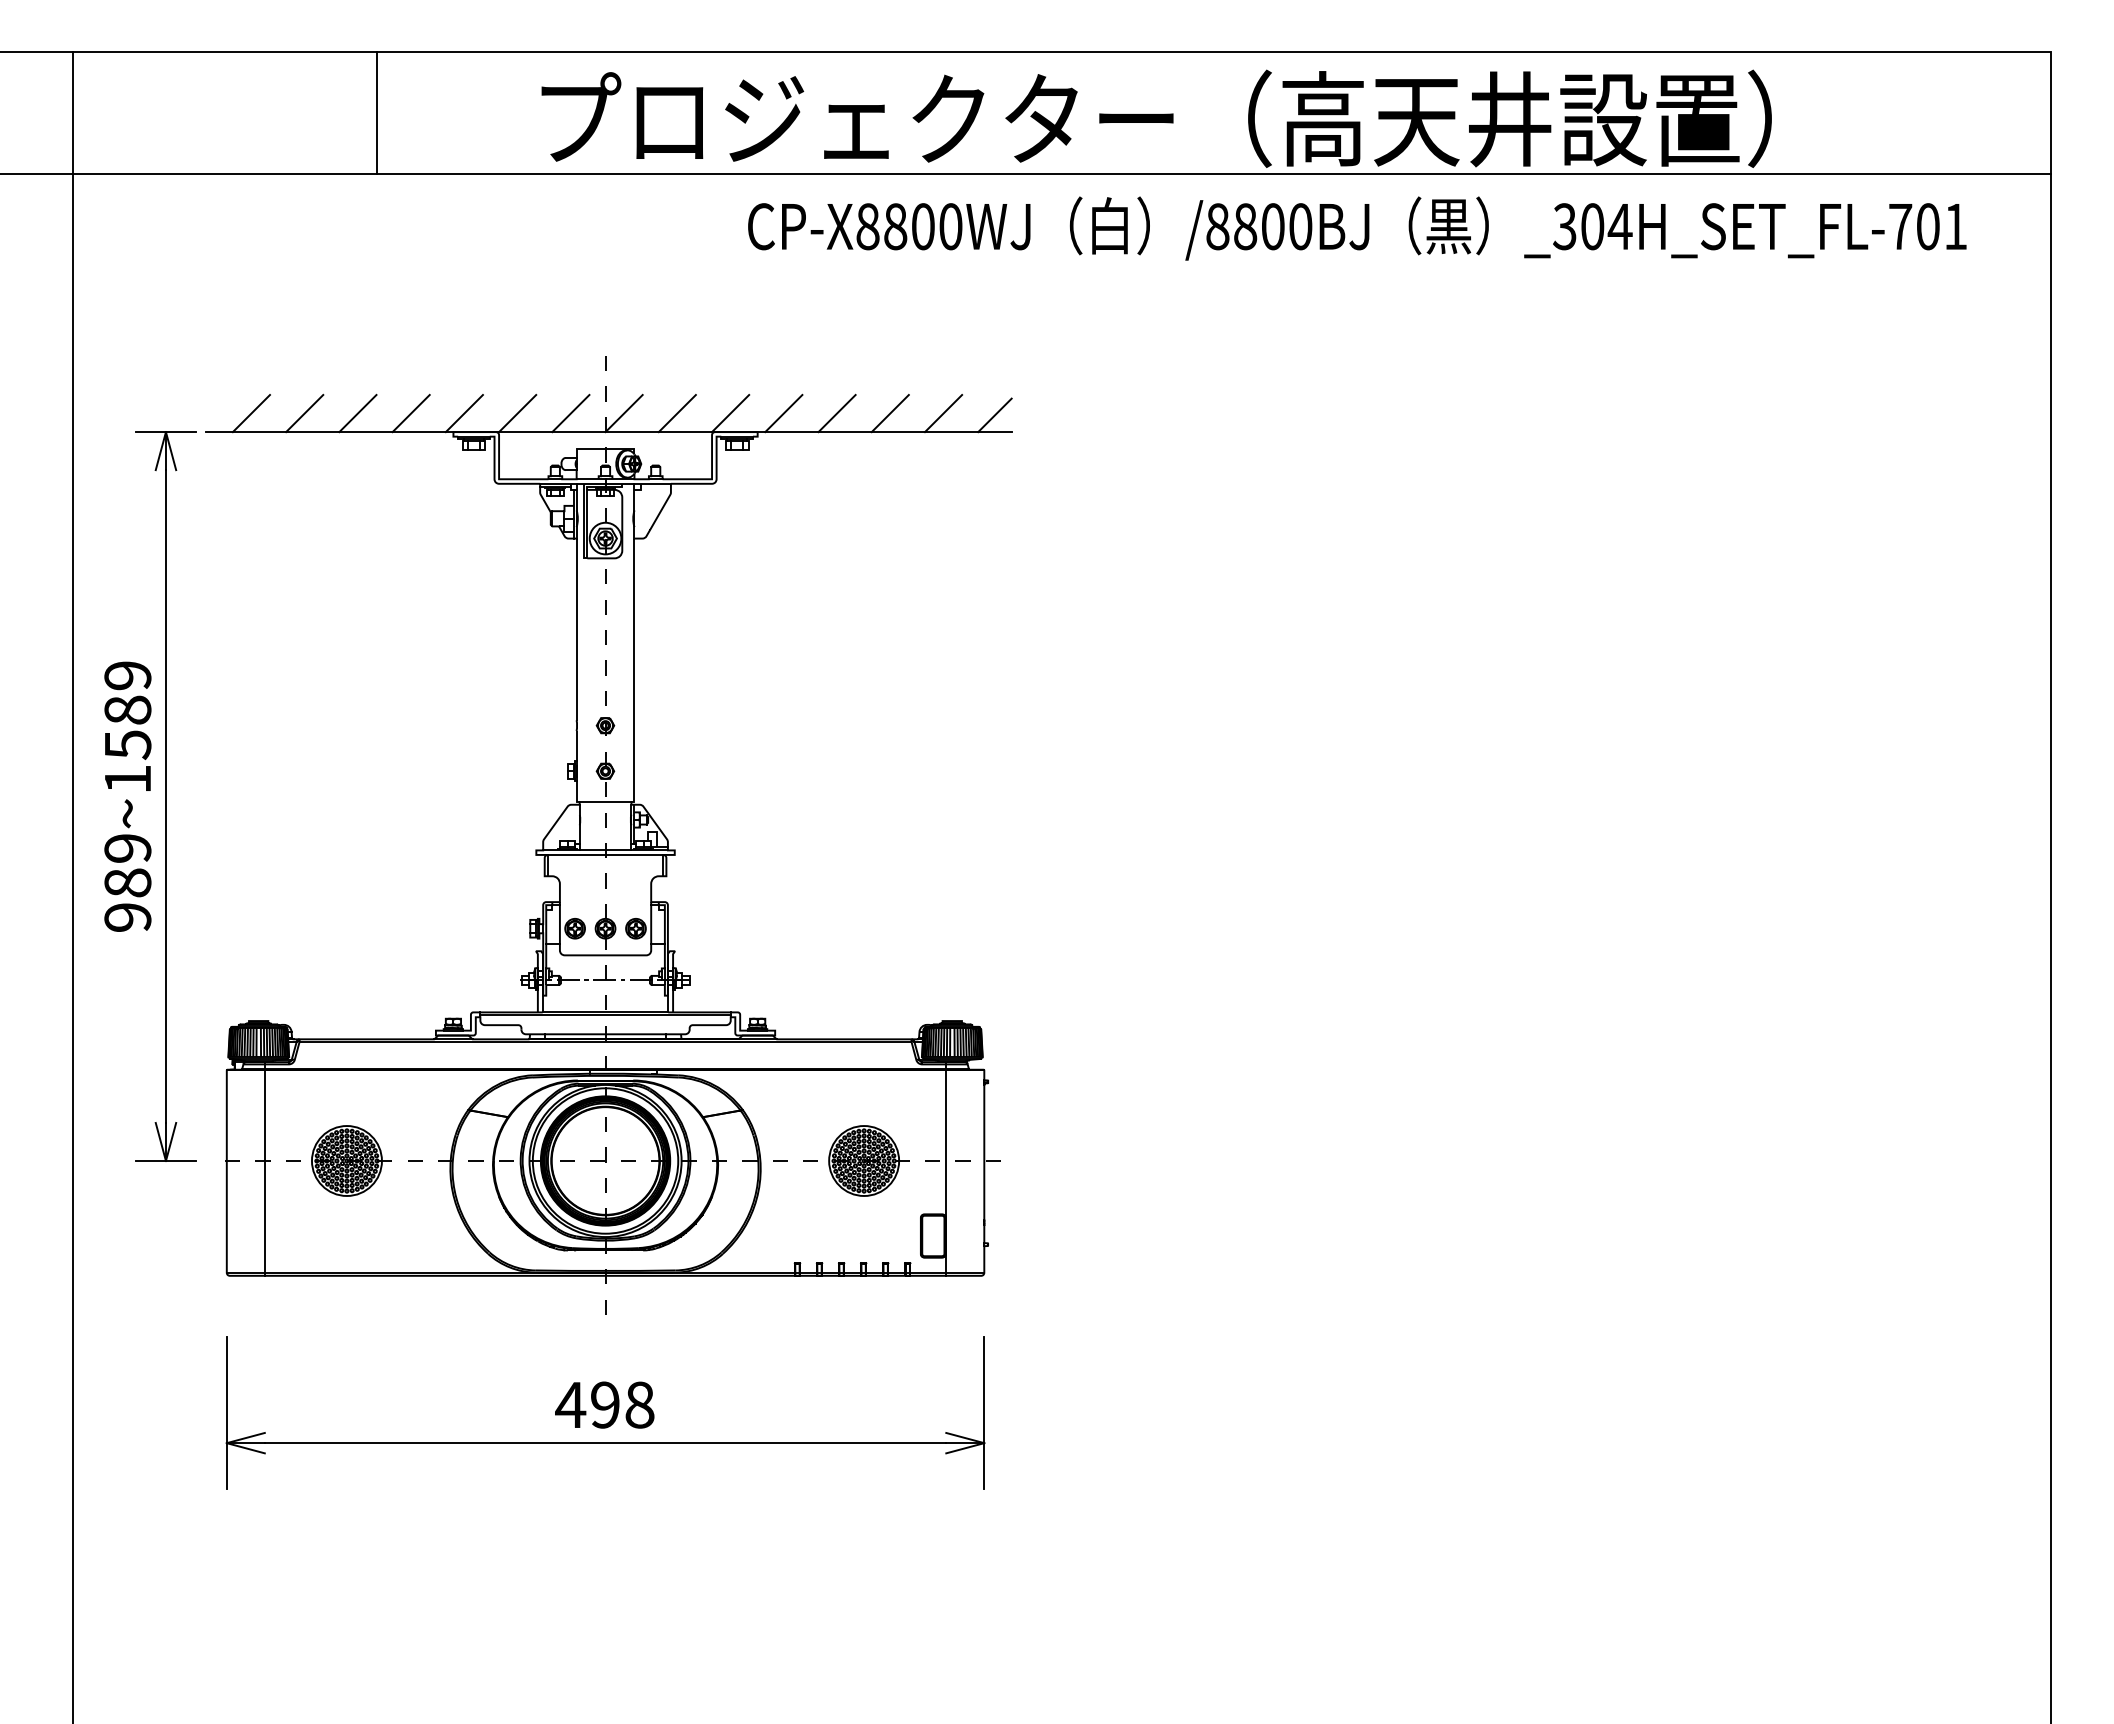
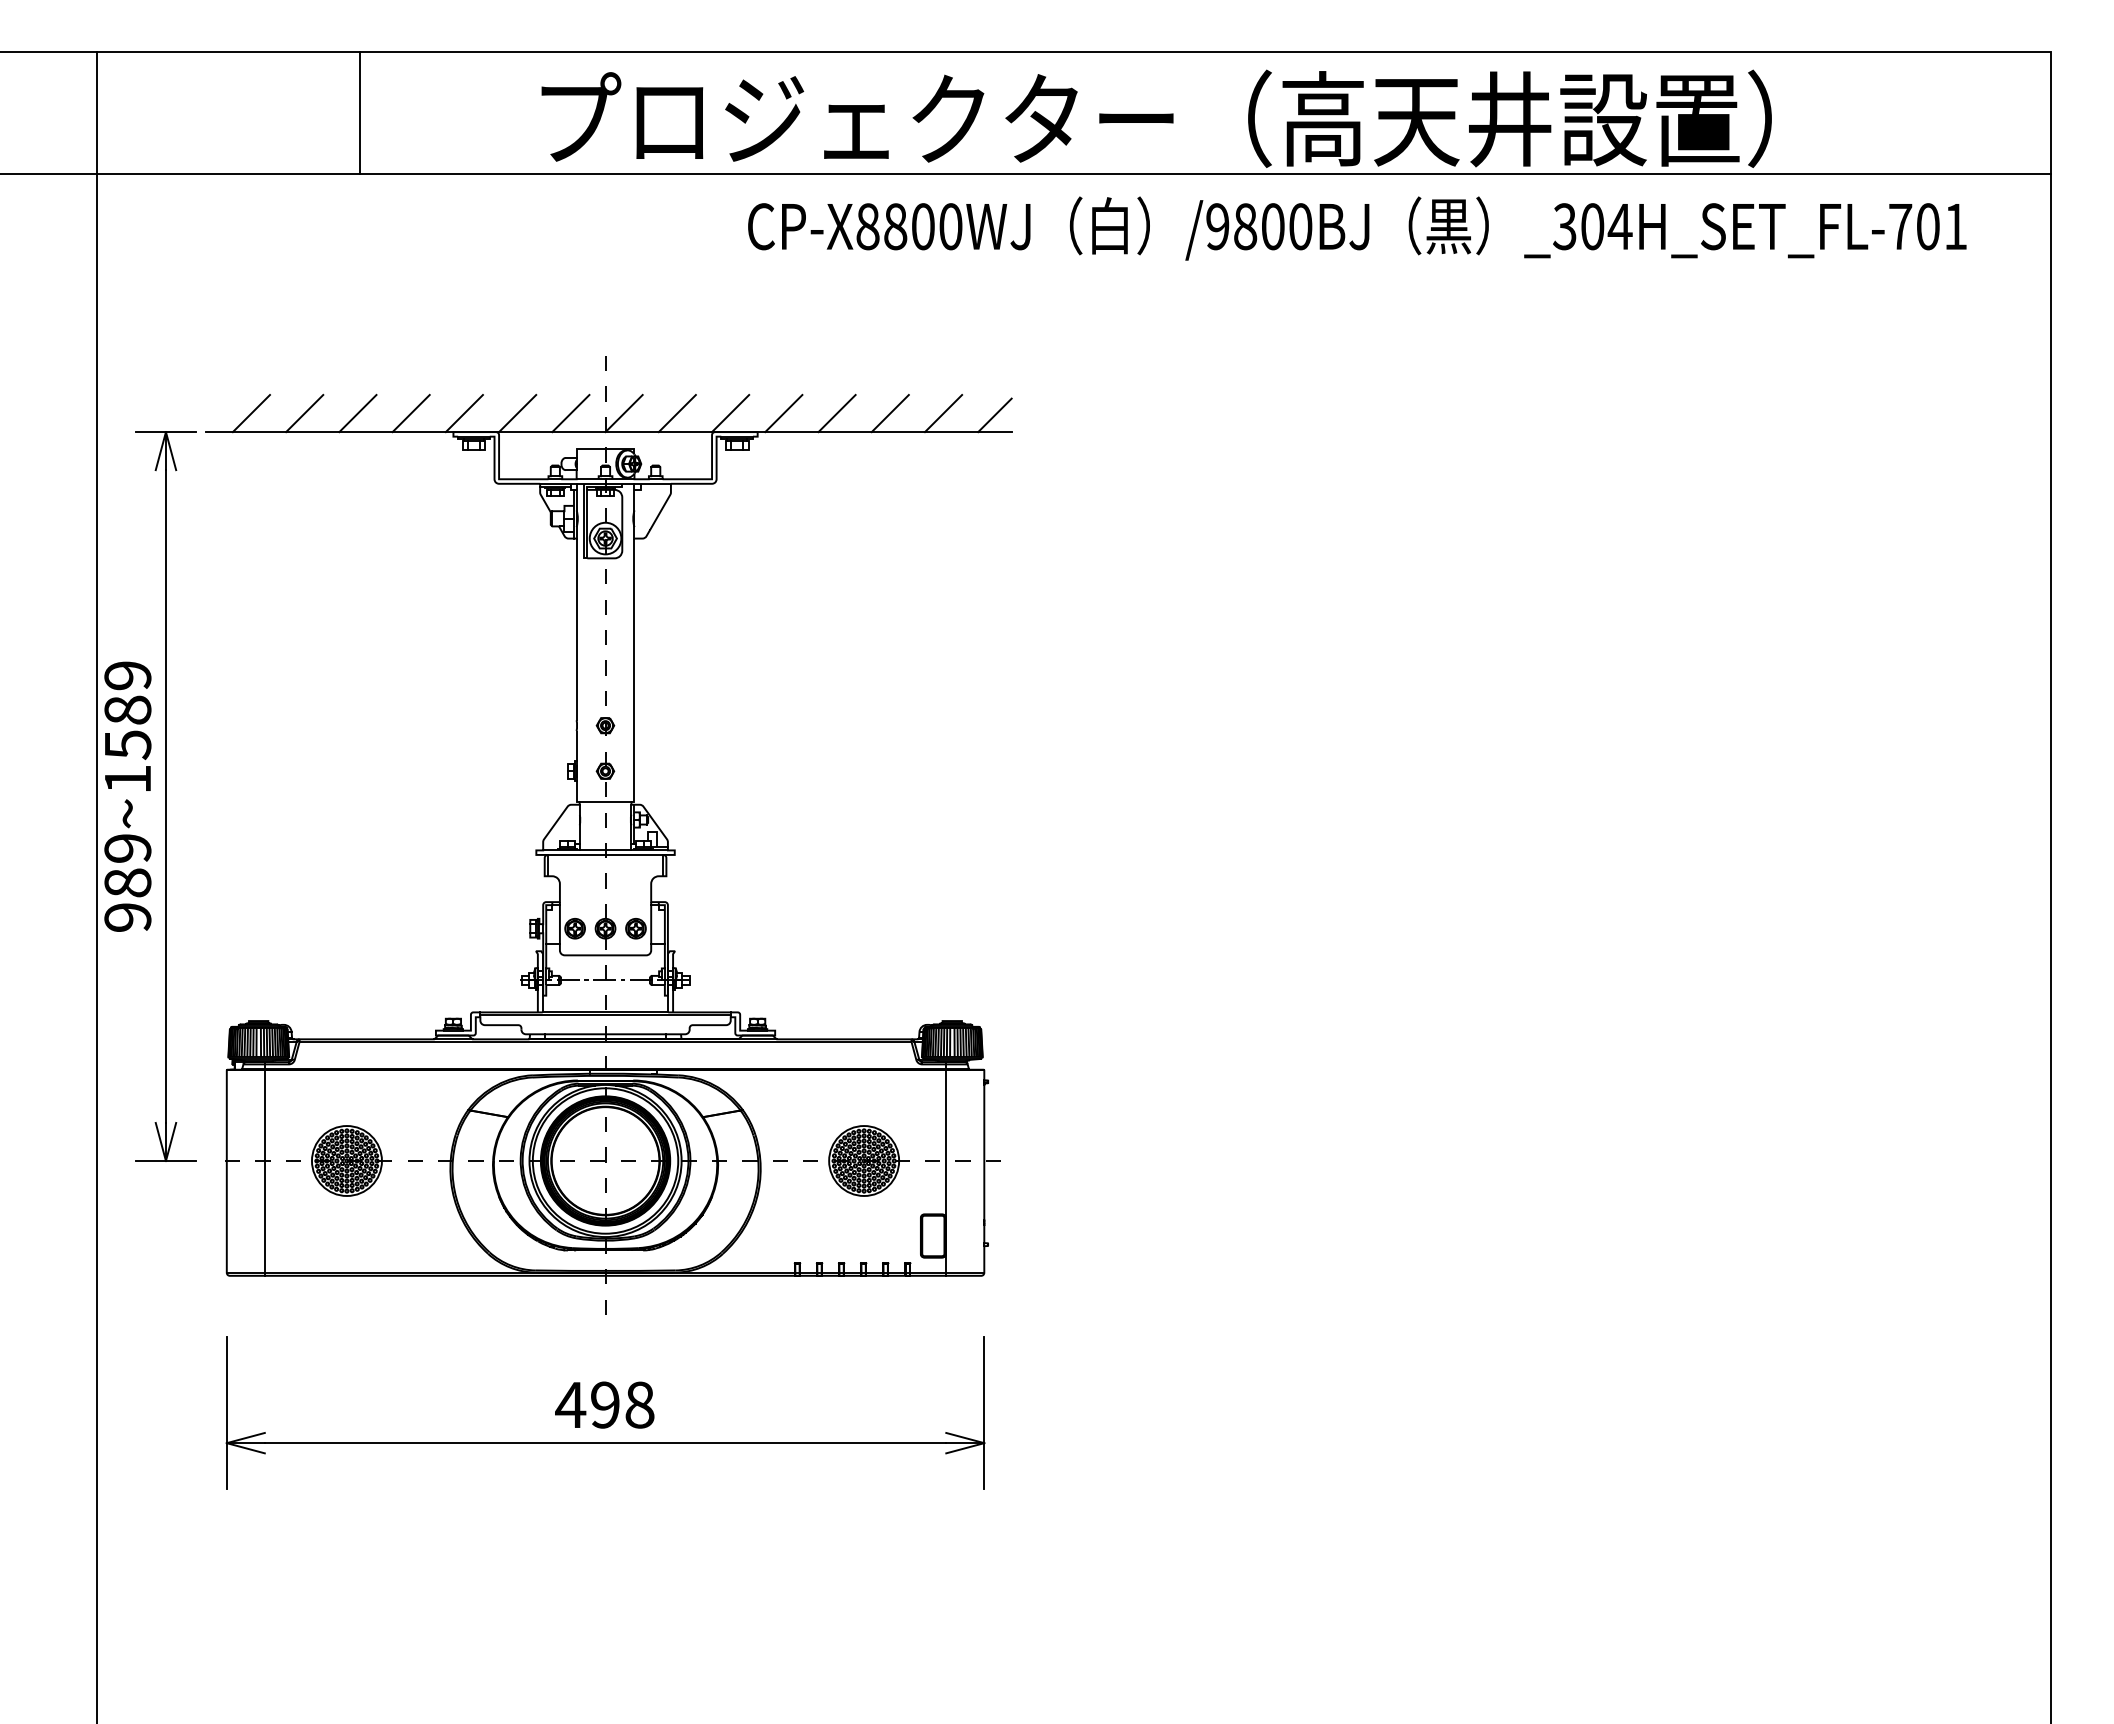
line at (377, 112) position: (377, 112) -> (360, 112)
text at (1217, 226): /8800BJ -> /9800BJ
line at (73, 885) position: (73, 885) -> (97, 885)
